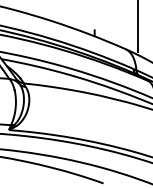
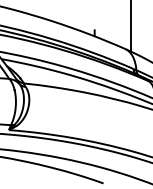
line at (138, 26) position: (138, 26) -> (131, 26)
